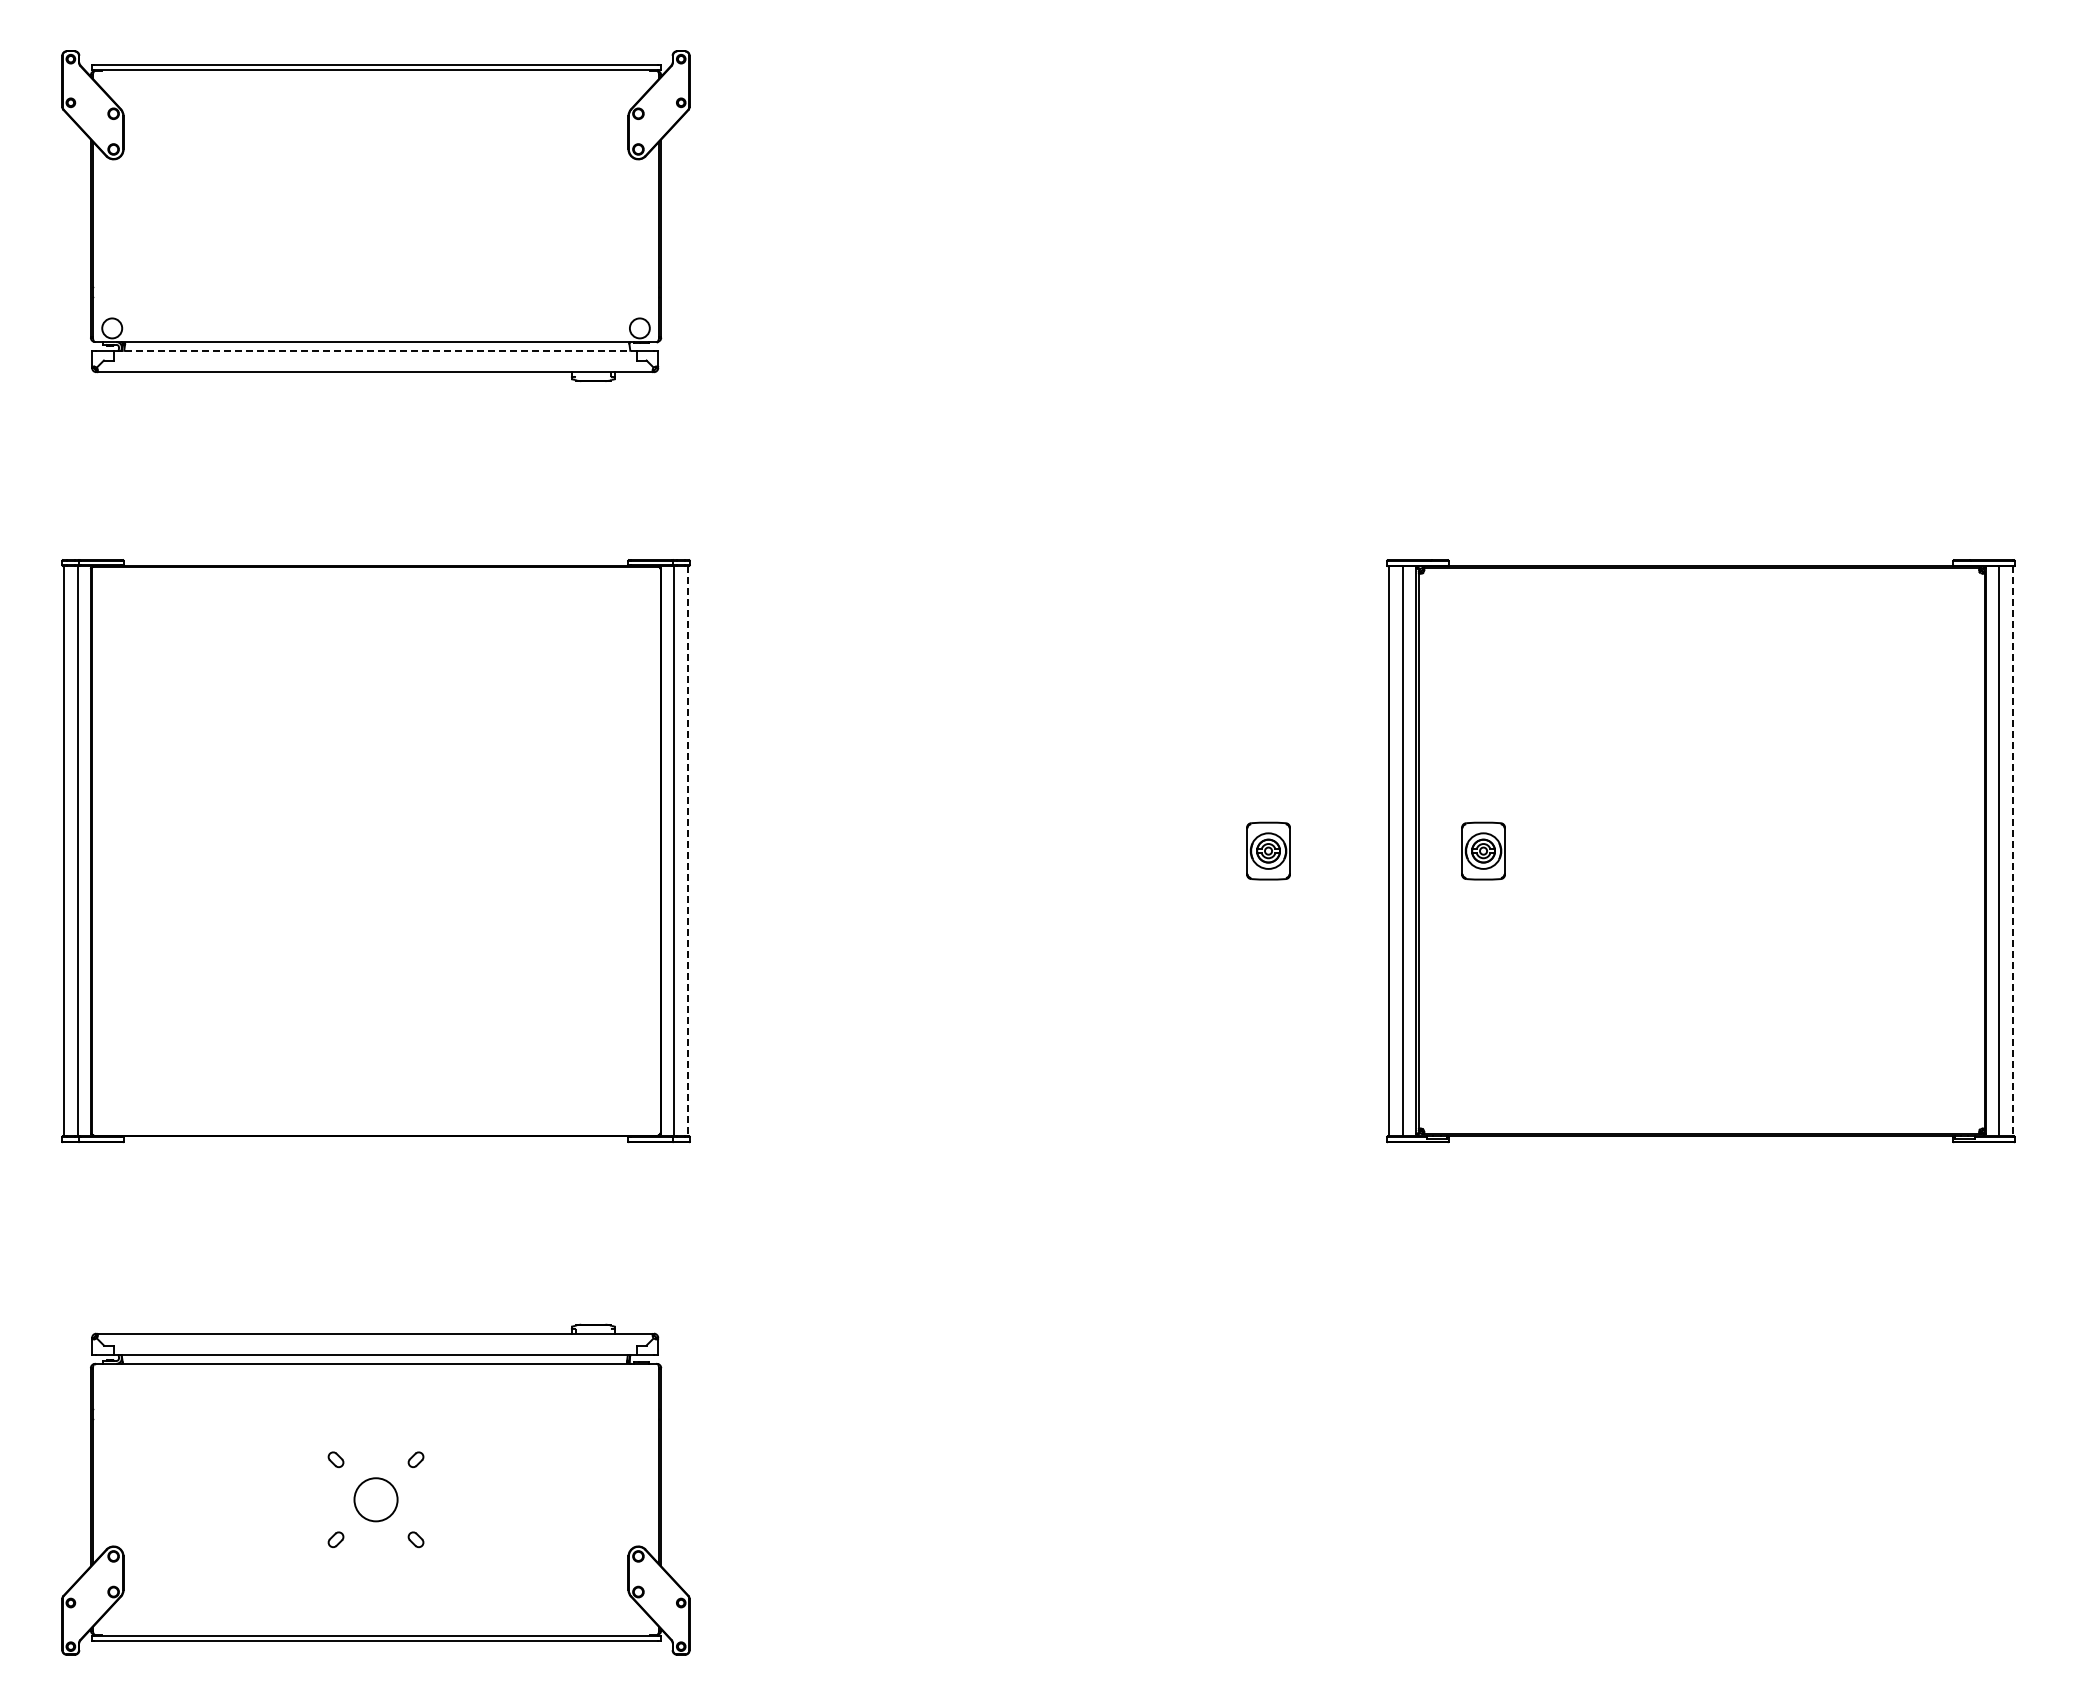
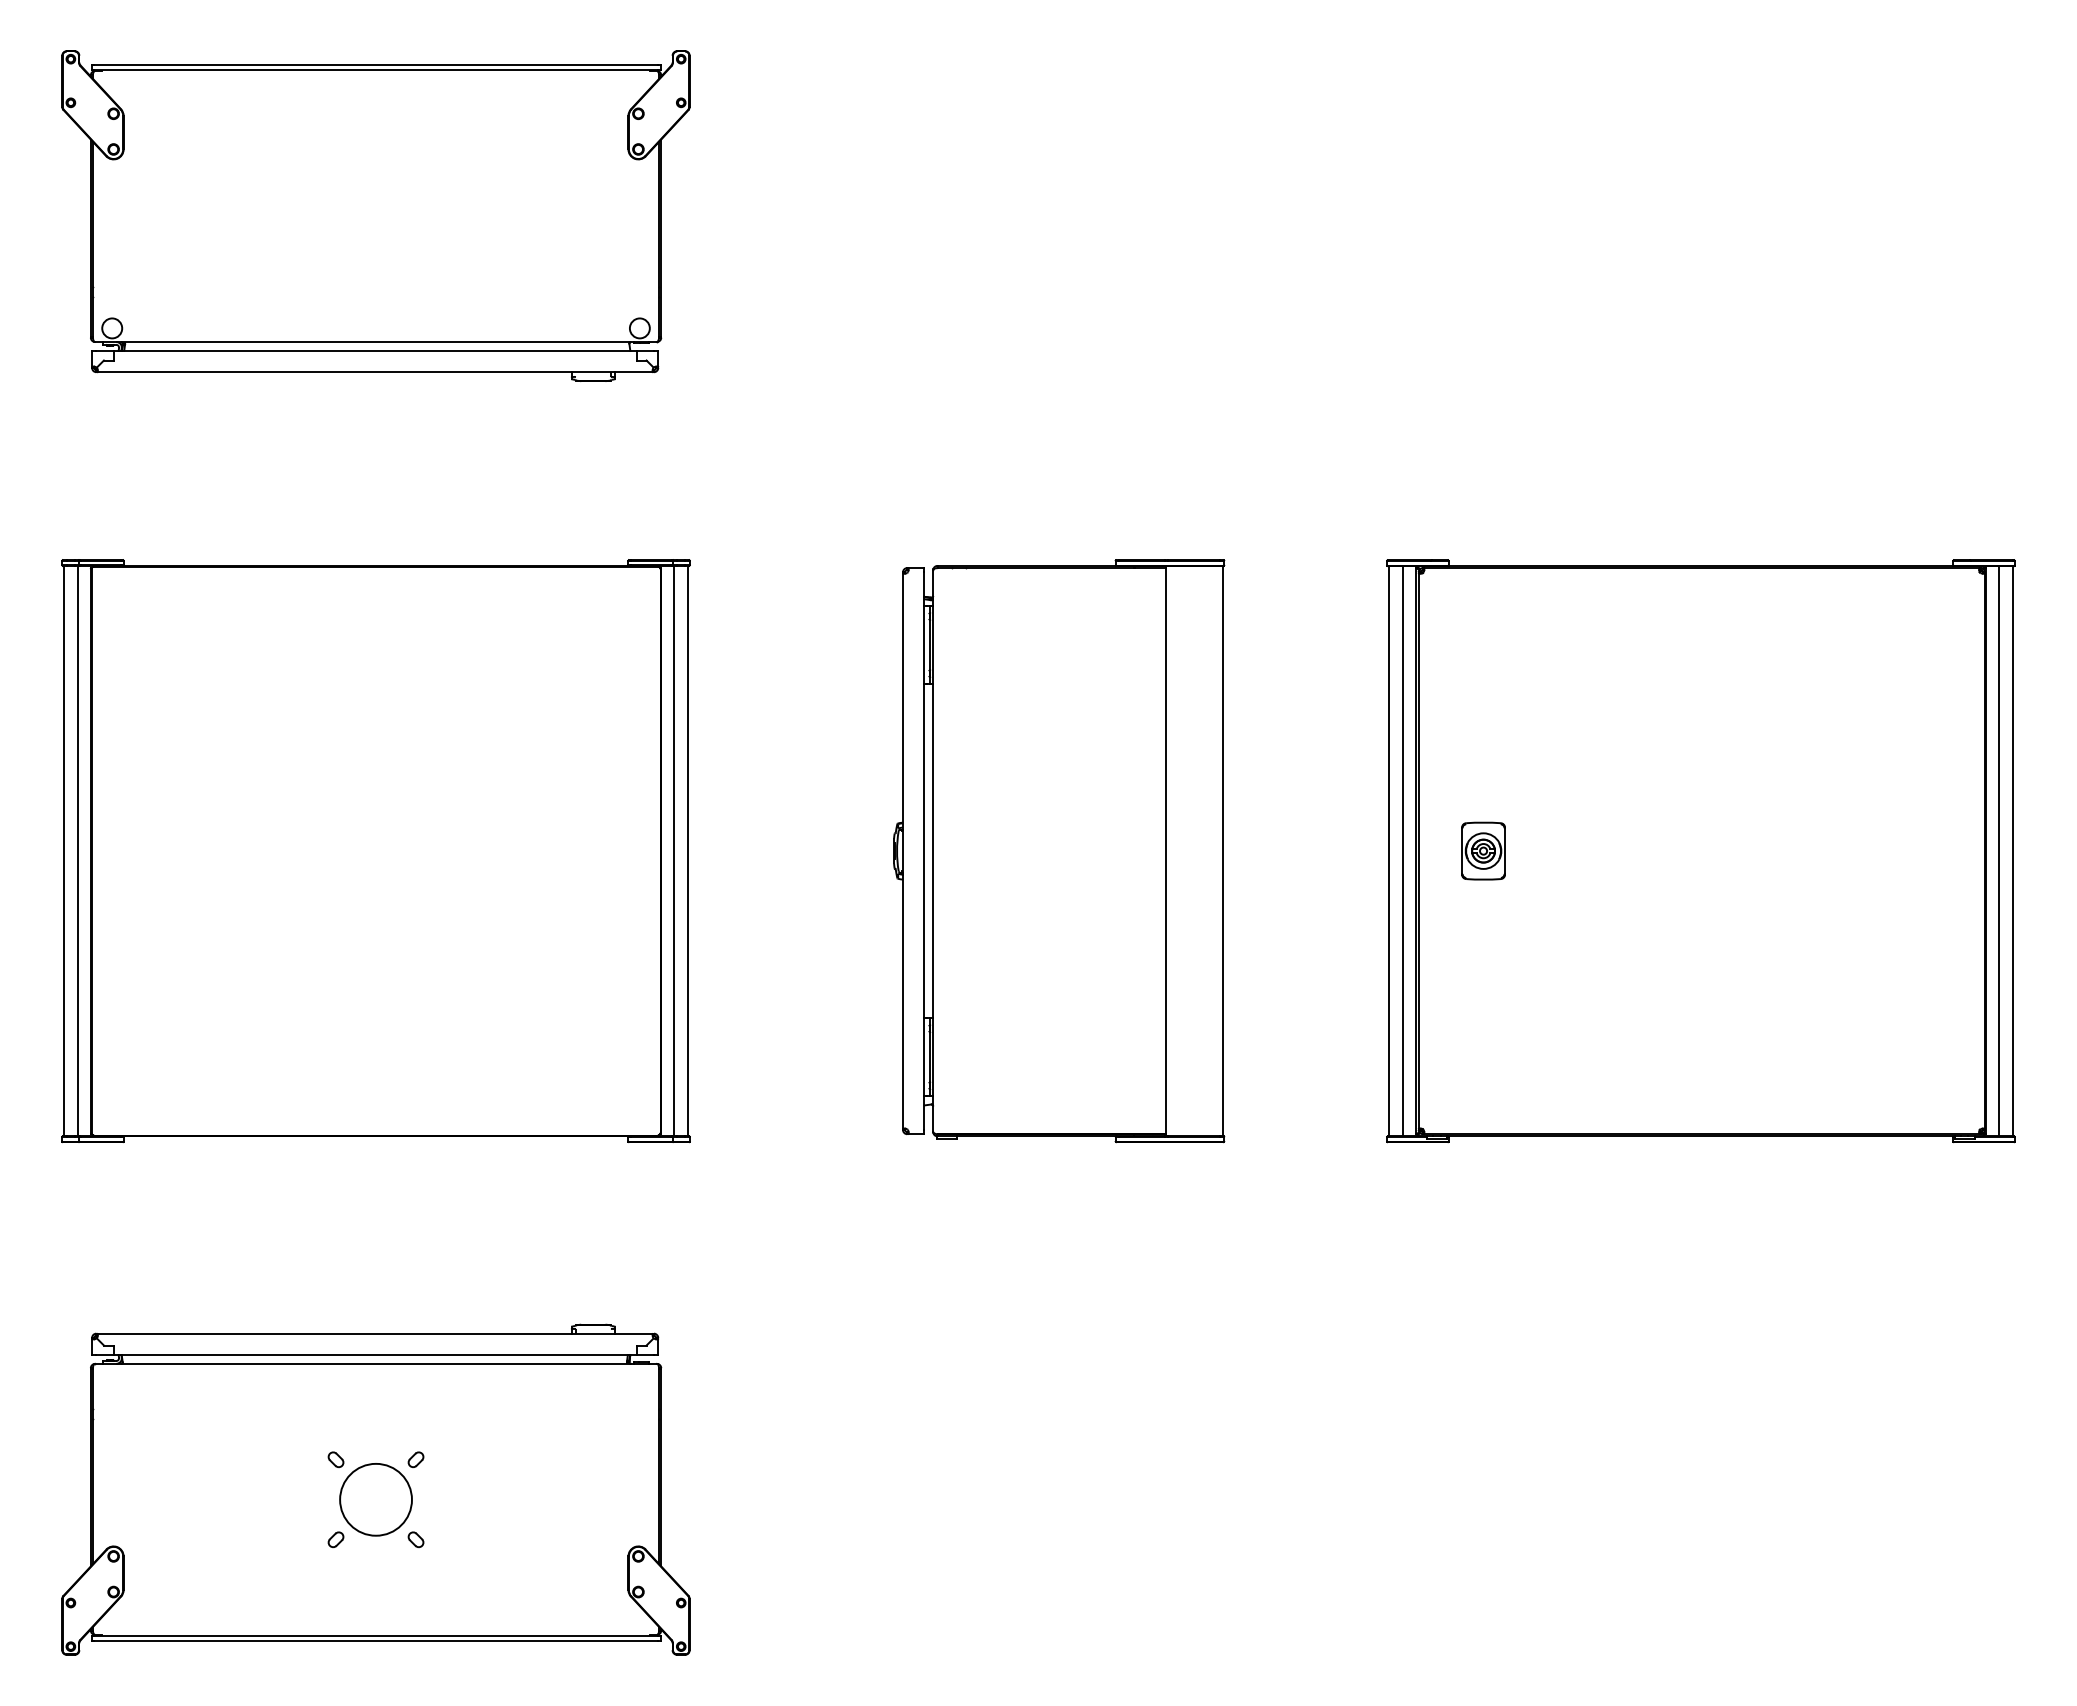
line at (375, 350): dashed -> solid
part at (1268, 850): present -> none
line at (688, 851): dashed -> solid
part at (1059, 851): none -> present
line at (2013, 851): dashed -> solid
circle at (375, 1499) diameter: 43 px -> 72 px
